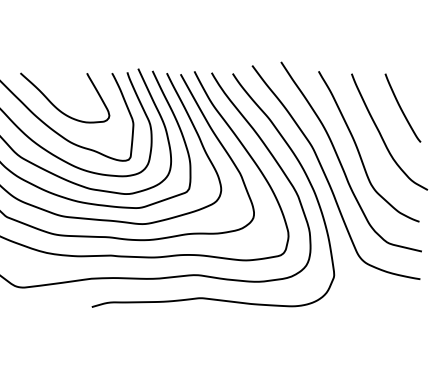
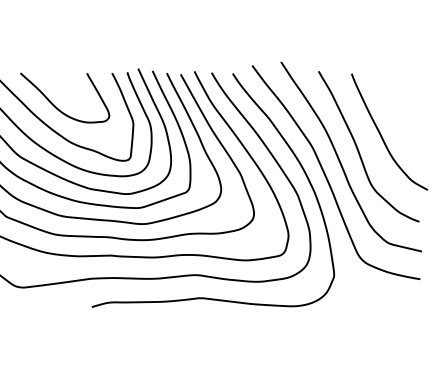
curve at (401, 107): present -> none
